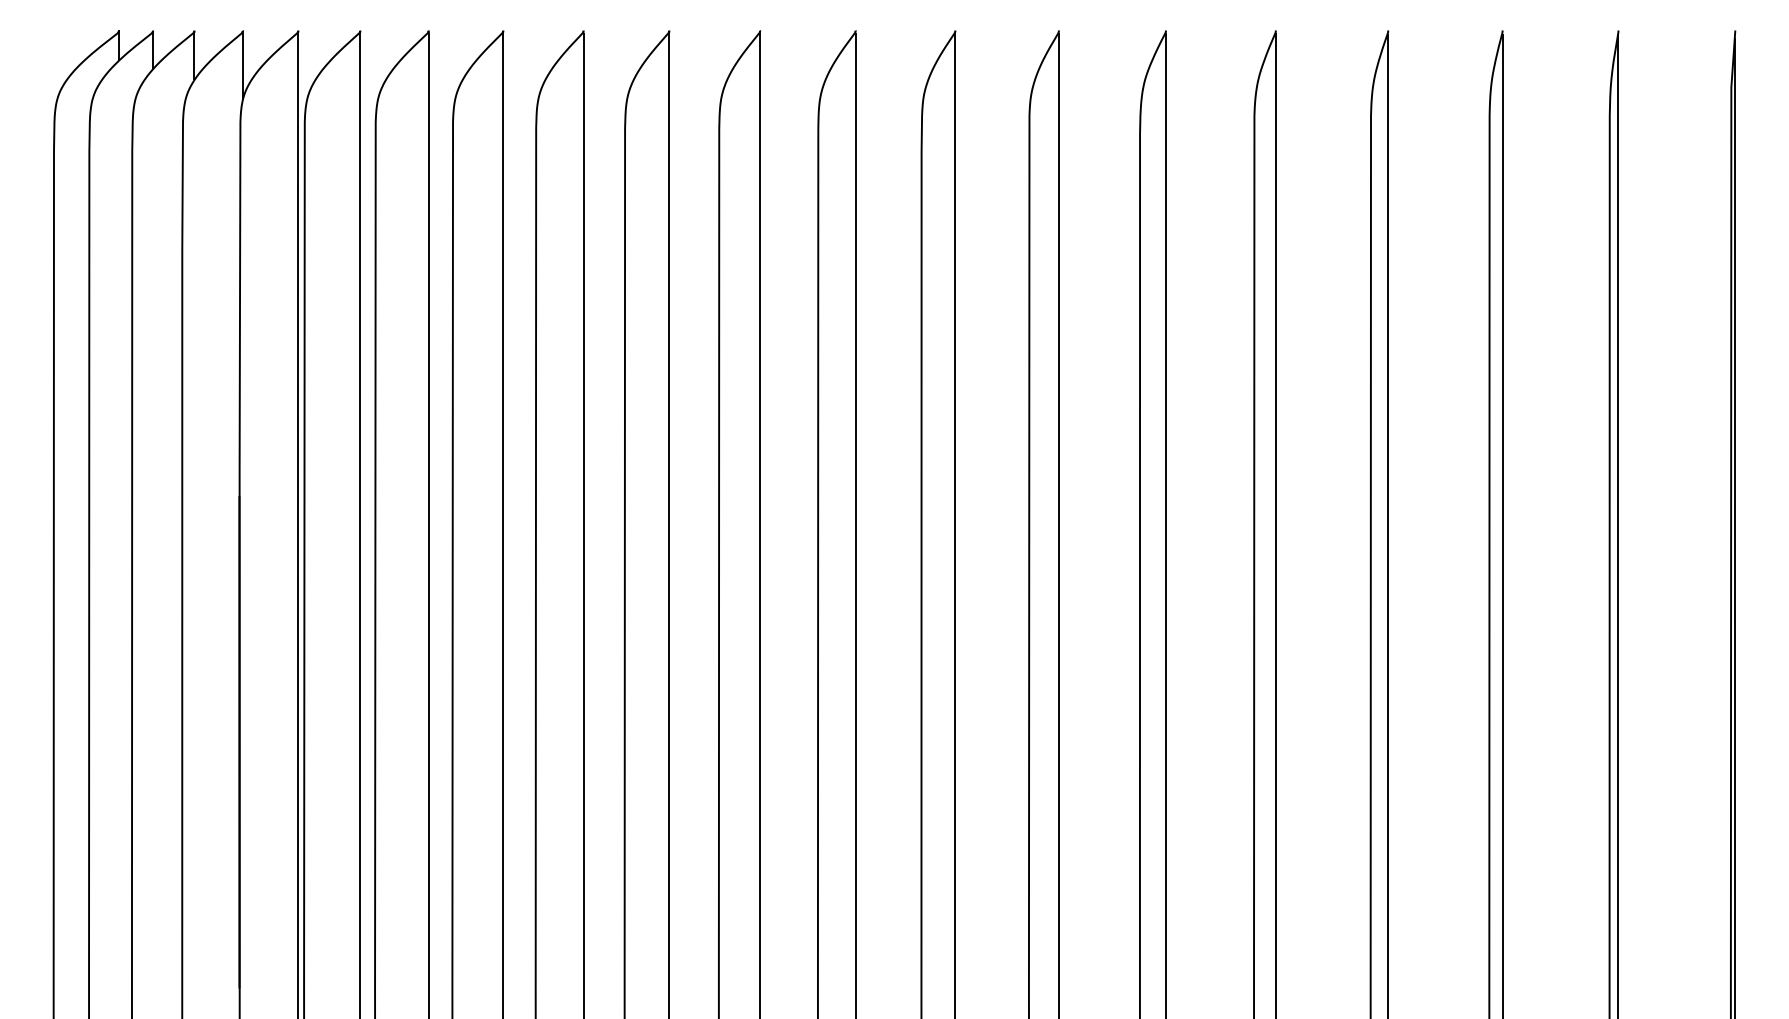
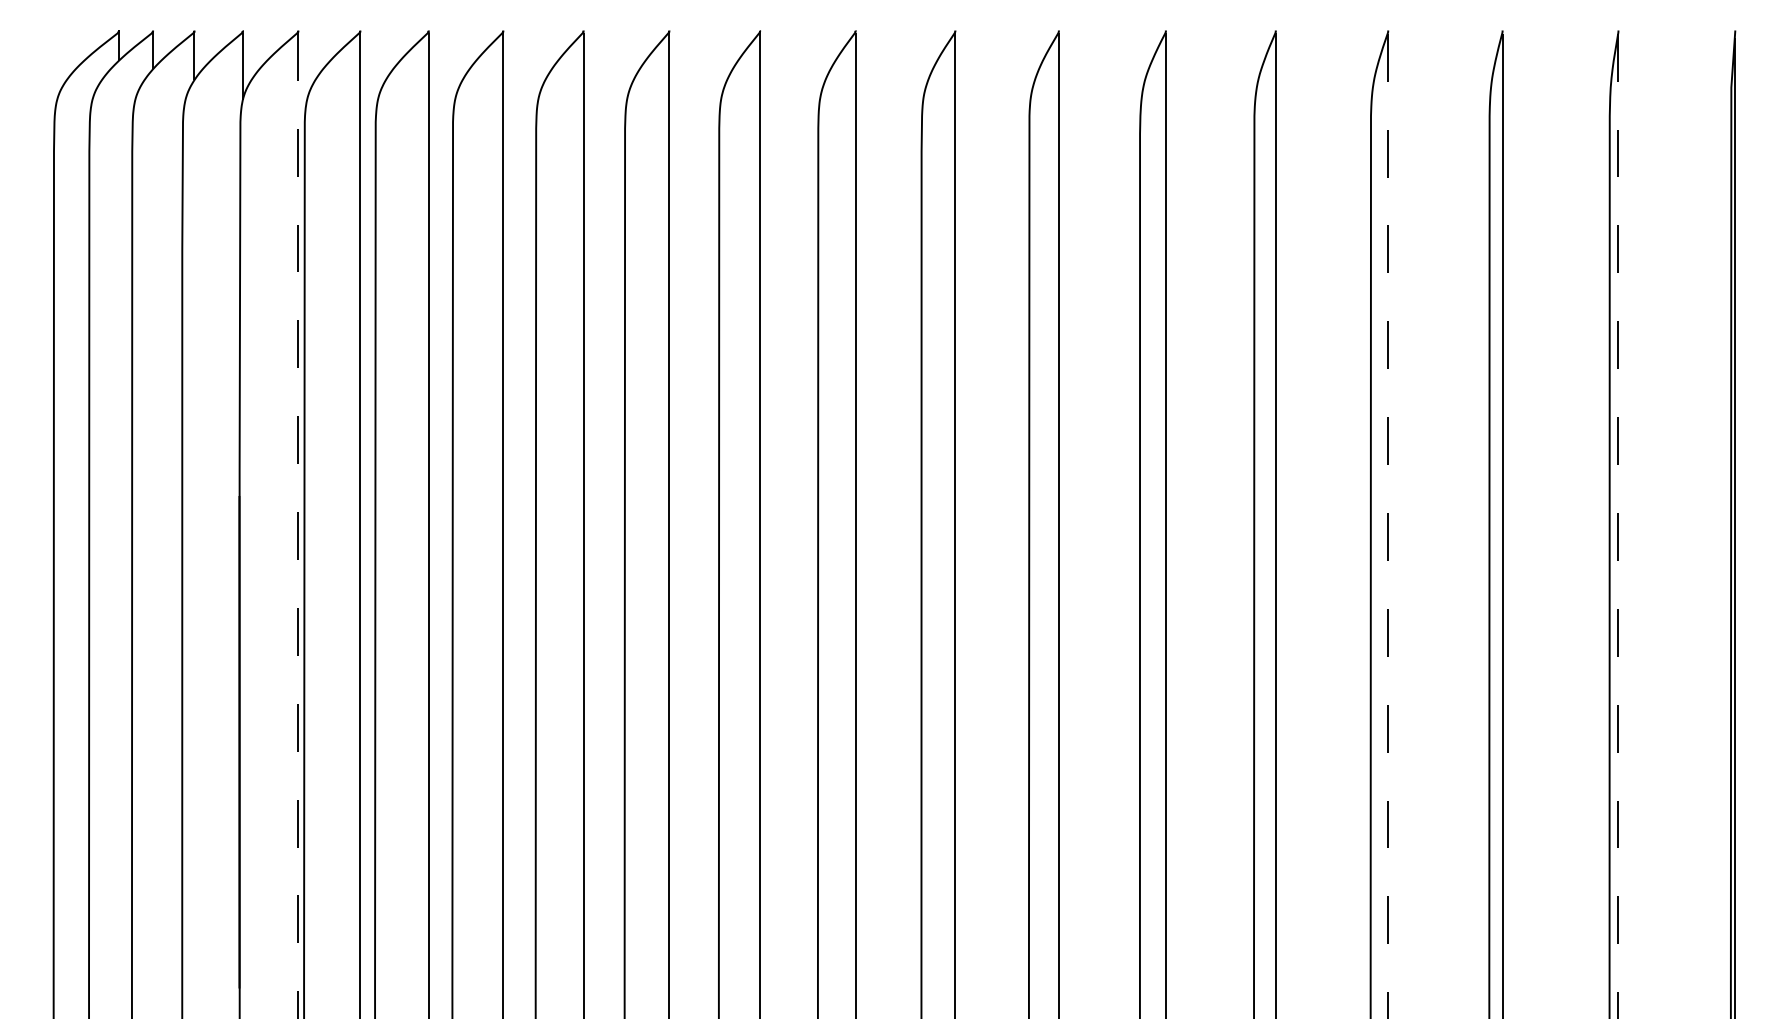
line at (298, 526): solid -> dashed
line at (1388, 526): solid -> dashed
line at (1618, 526): solid -> dashed
